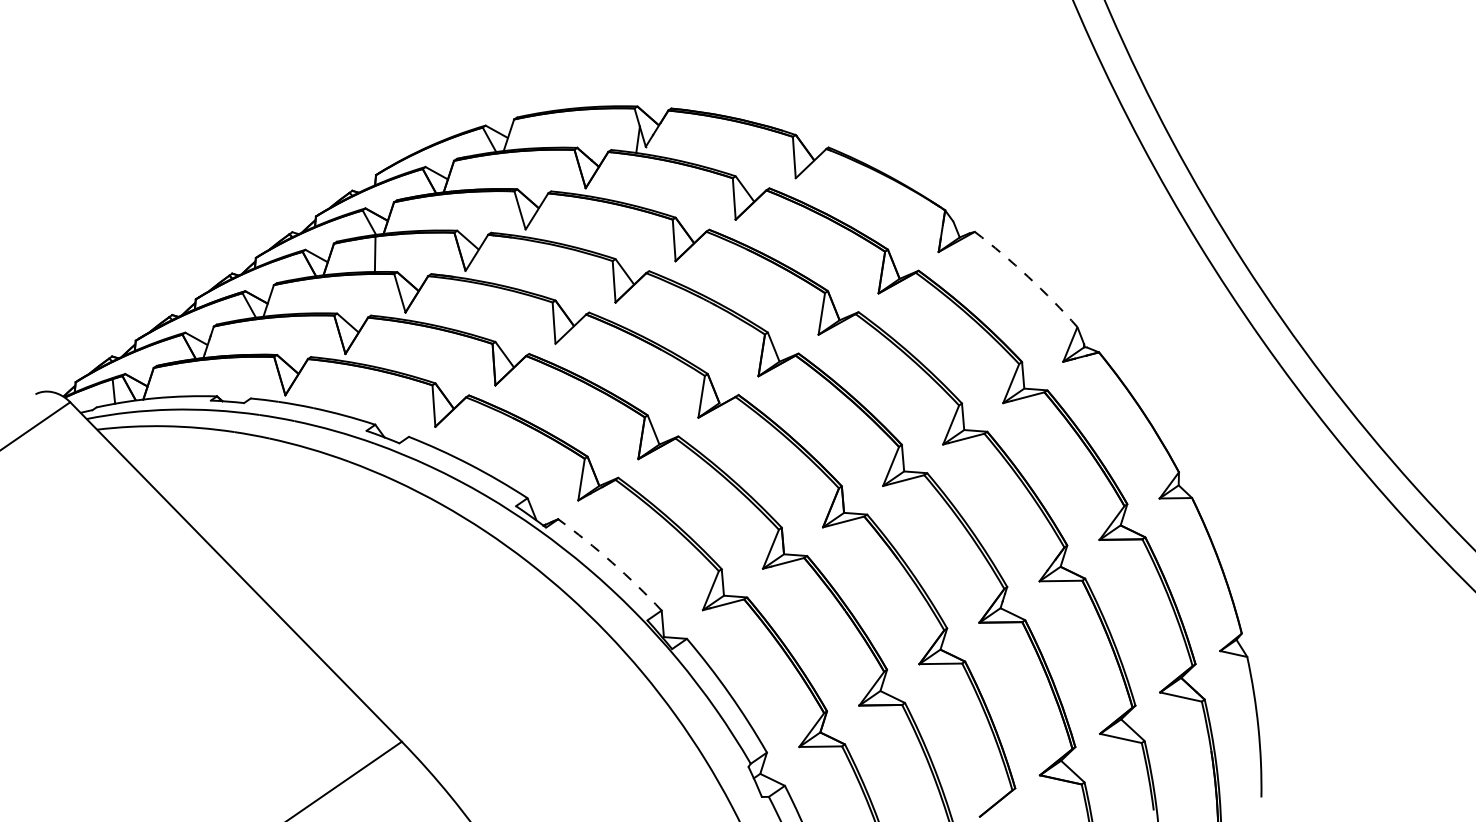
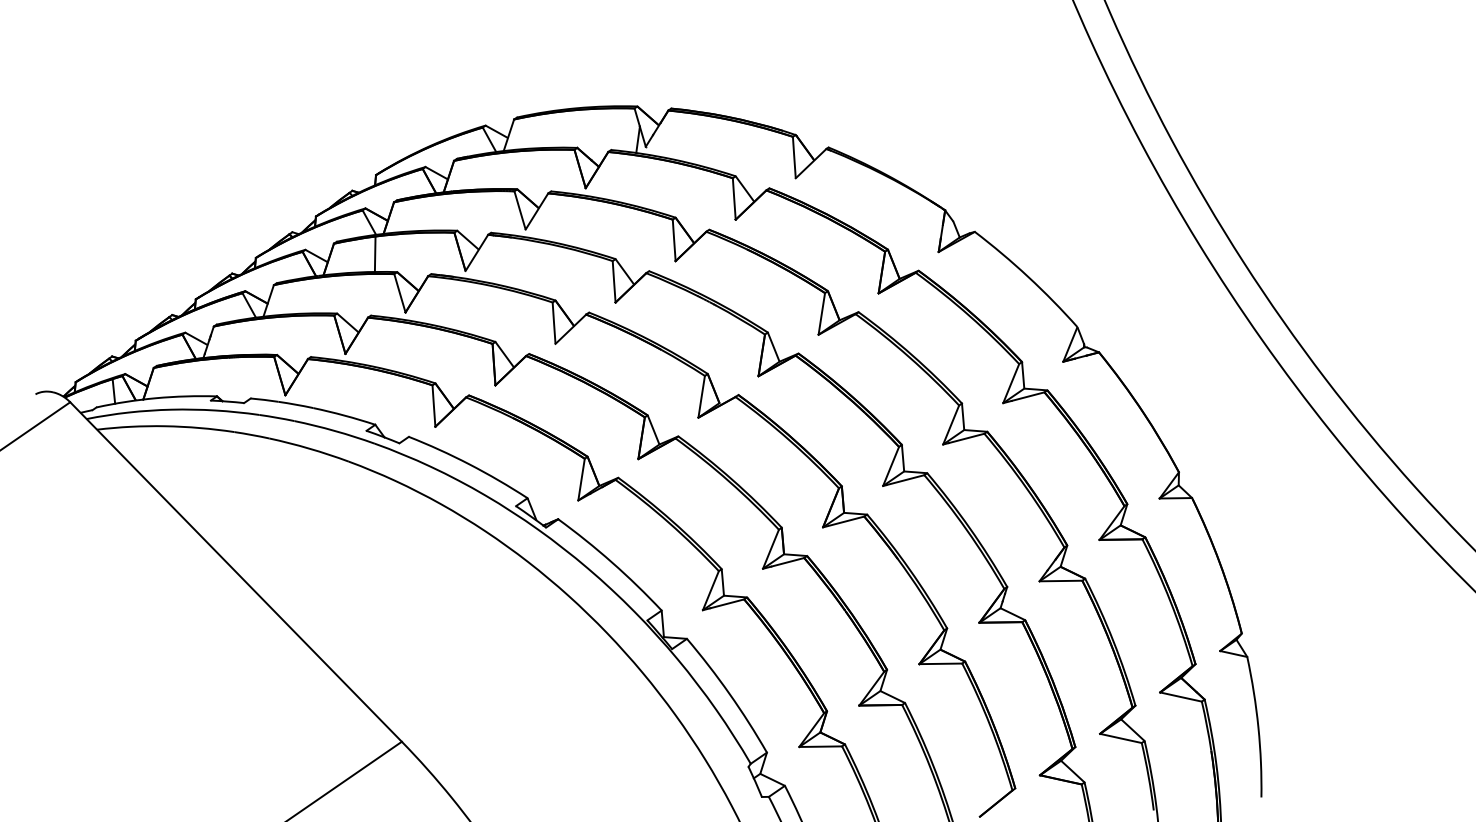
arc at (1028, 277): dashed -> solid
arc at (612, 562): dashed -> solid
